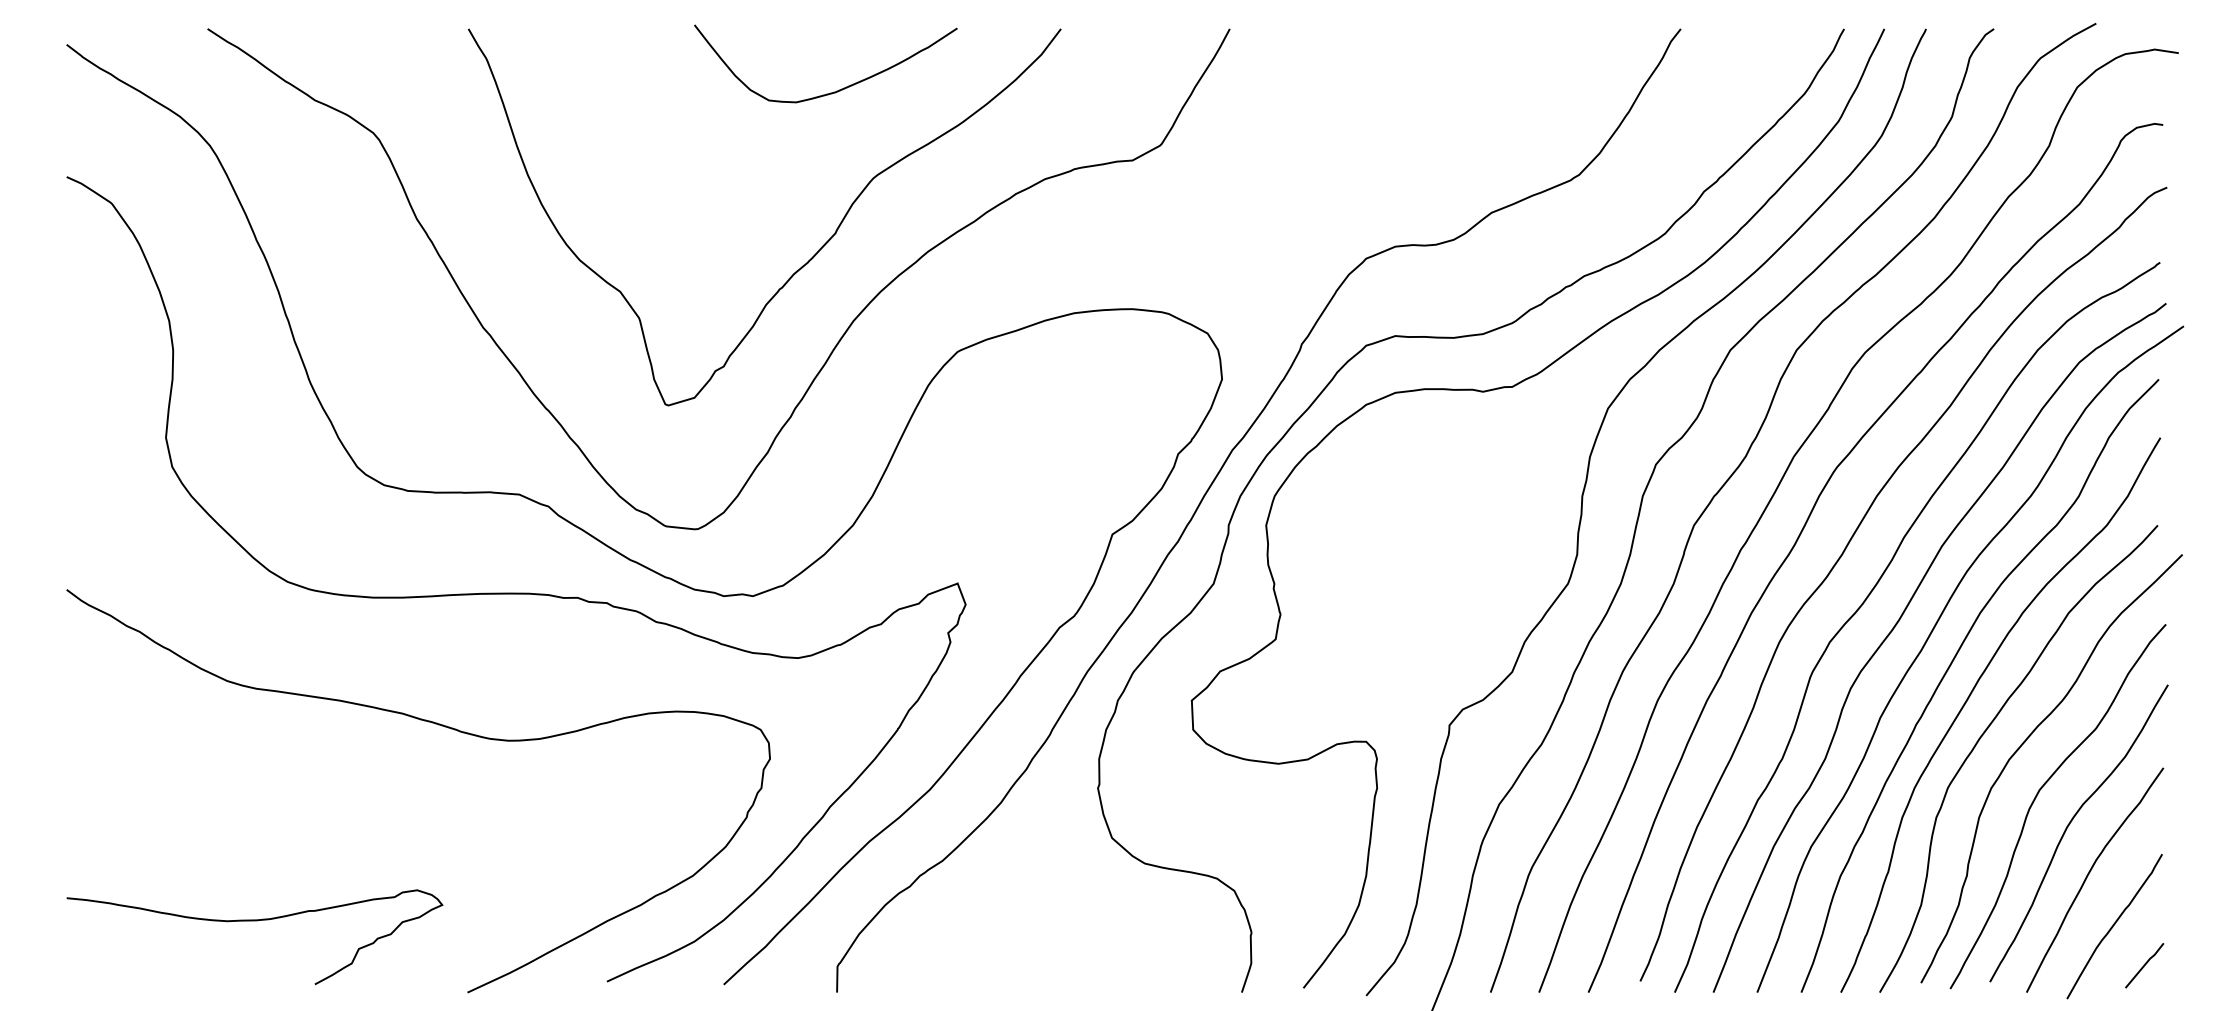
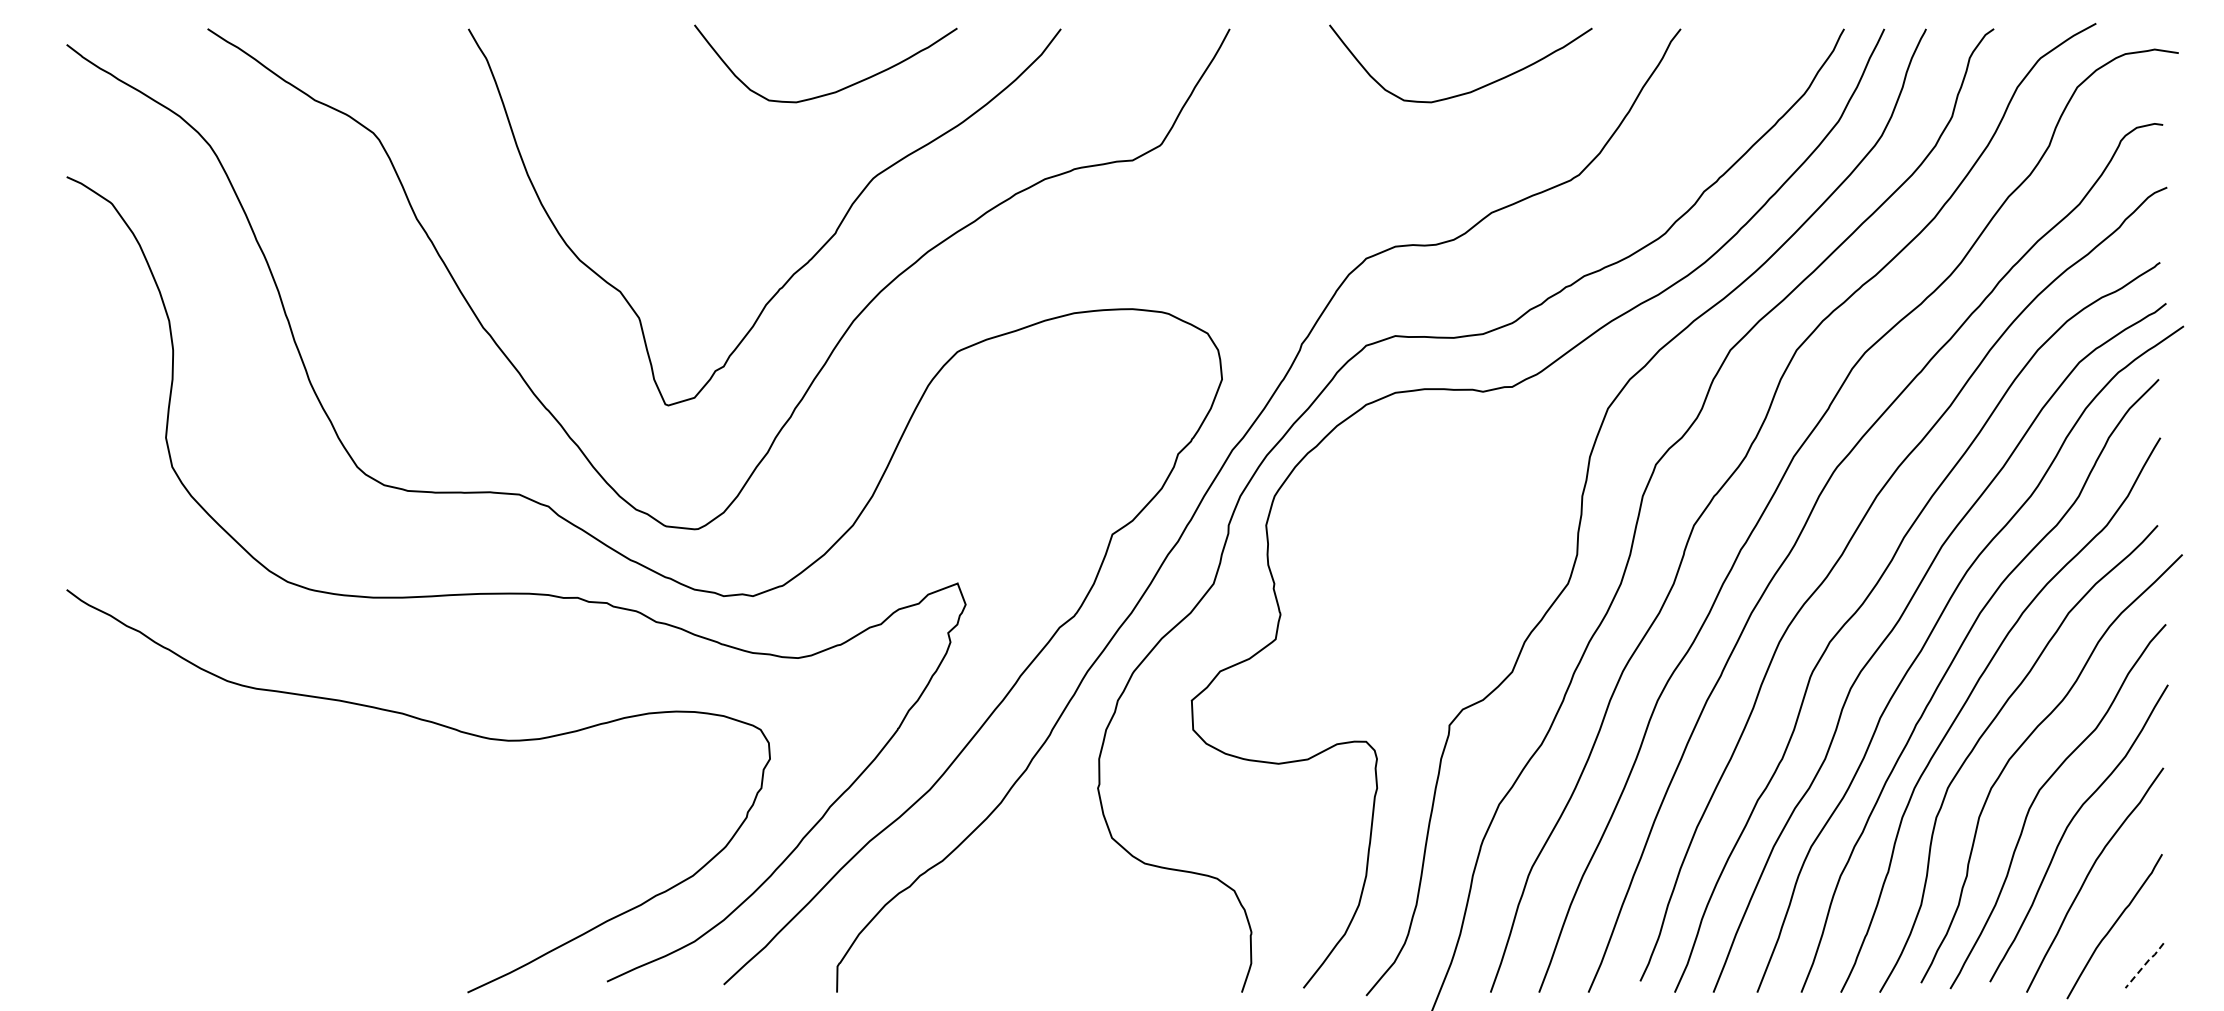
curve at (1471, 90): none -> present
curve at (254, 921): present -> none
line at (2145, 964): solid -> dashed
